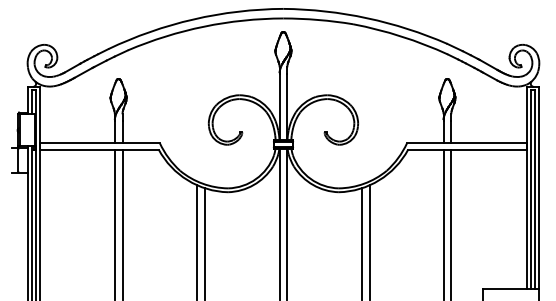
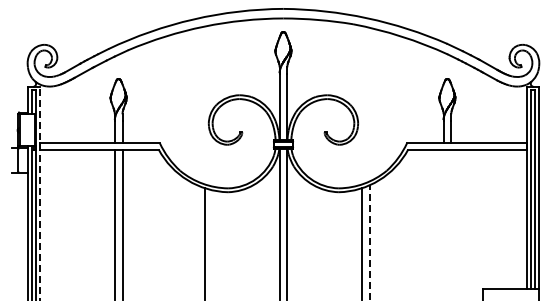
line at (40, 193): solid -> dashed
line at (443, 223): present -> none
line at (451, 223): present -> none
line at (197, 241): present -> none
line at (369, 242): solid -> dashed
